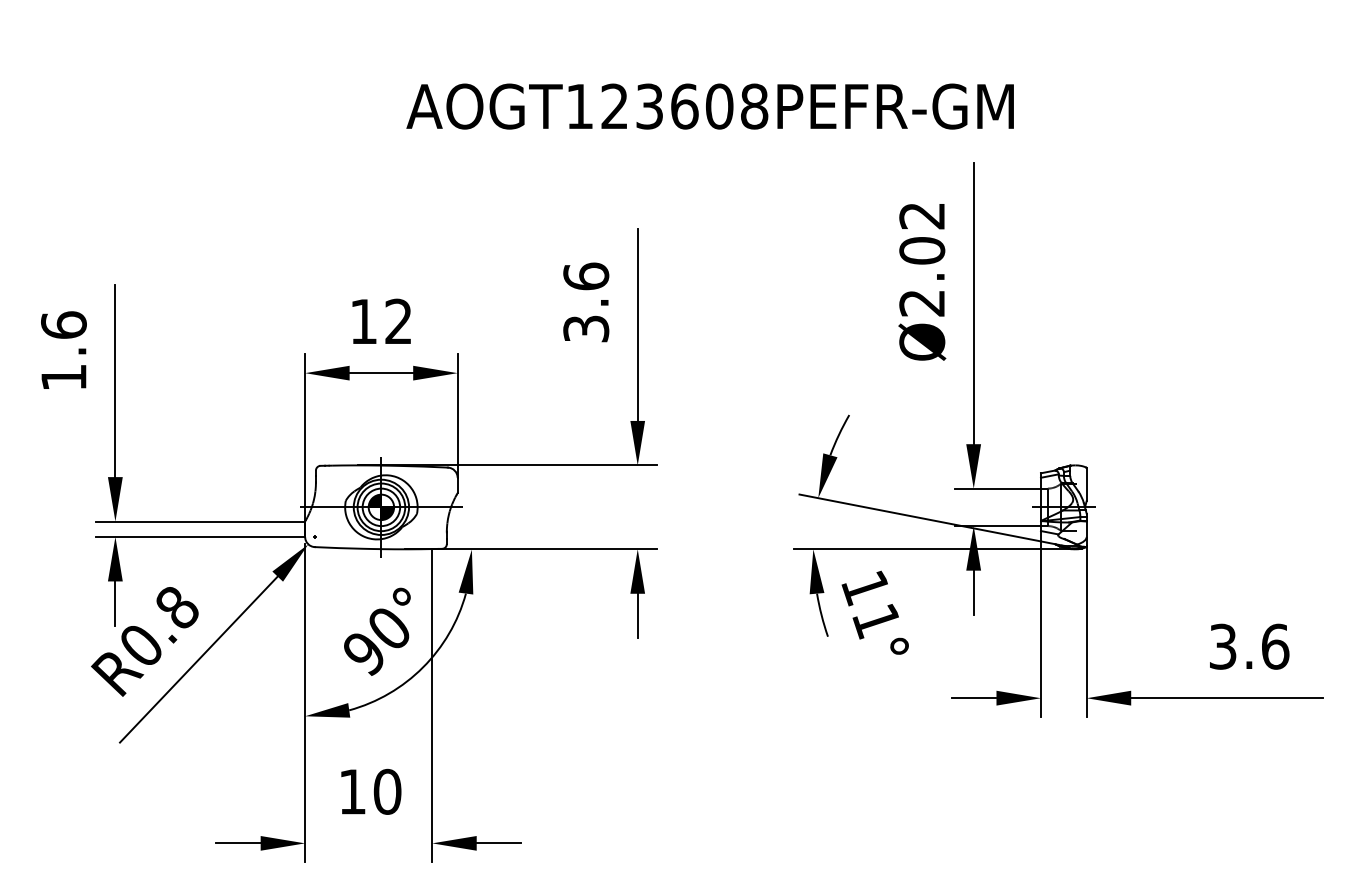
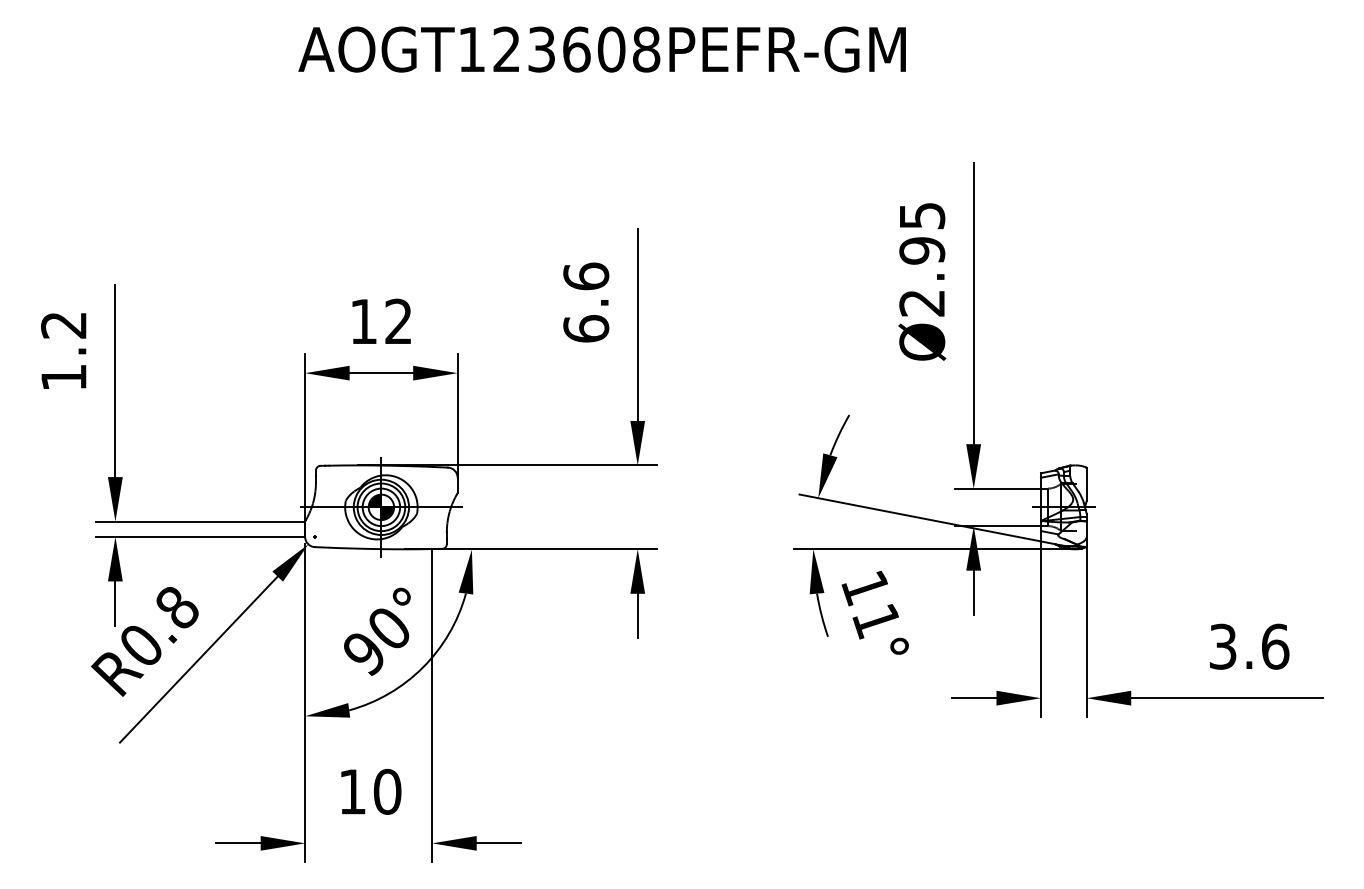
text at (709, 106) position: (709, 106) -> (601, 49)
text at (922, 233): Ø2.02 -> Ø2.95
text at (63, 324): 1.6 -> 1.2
text at (586, 328): 3.6 -> 6.6
